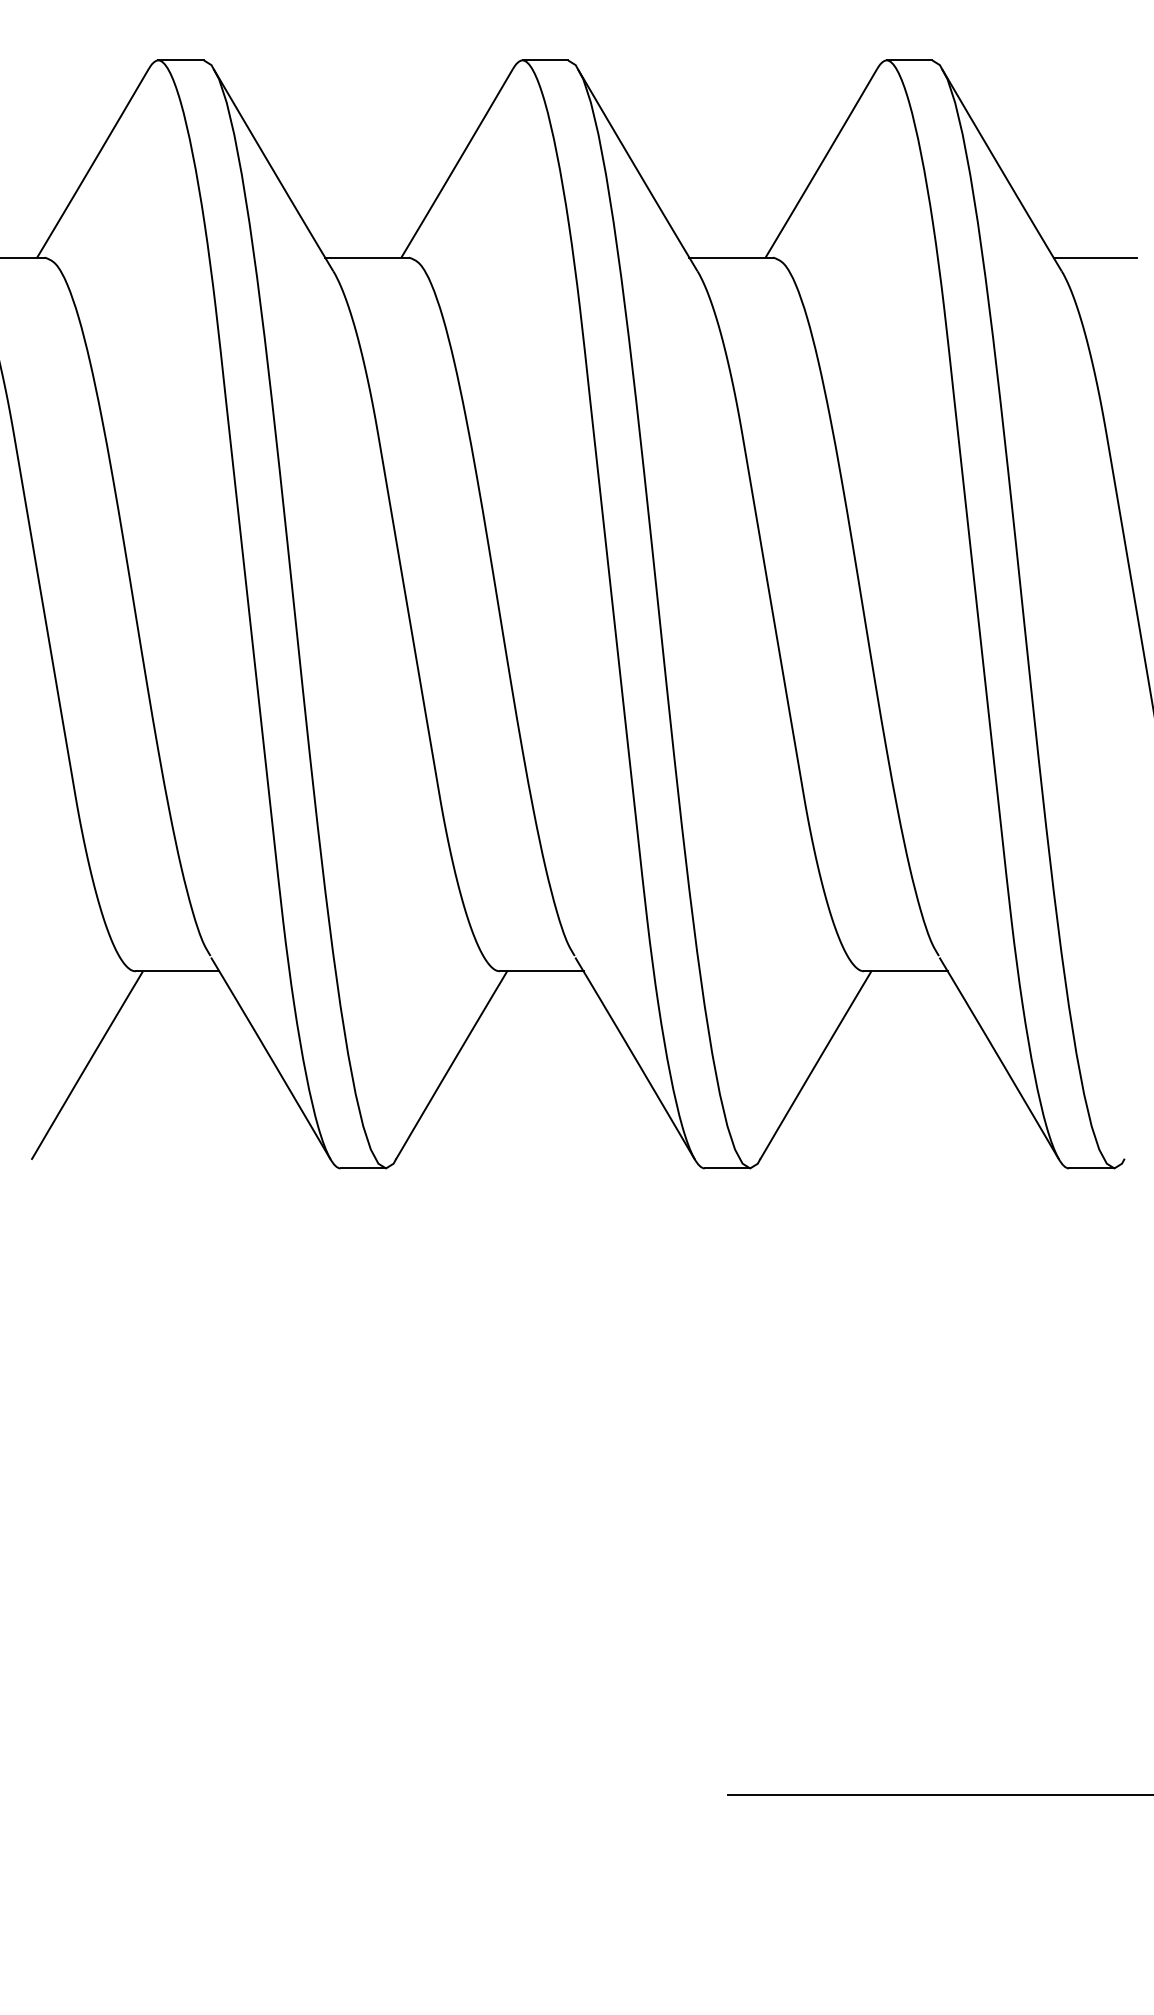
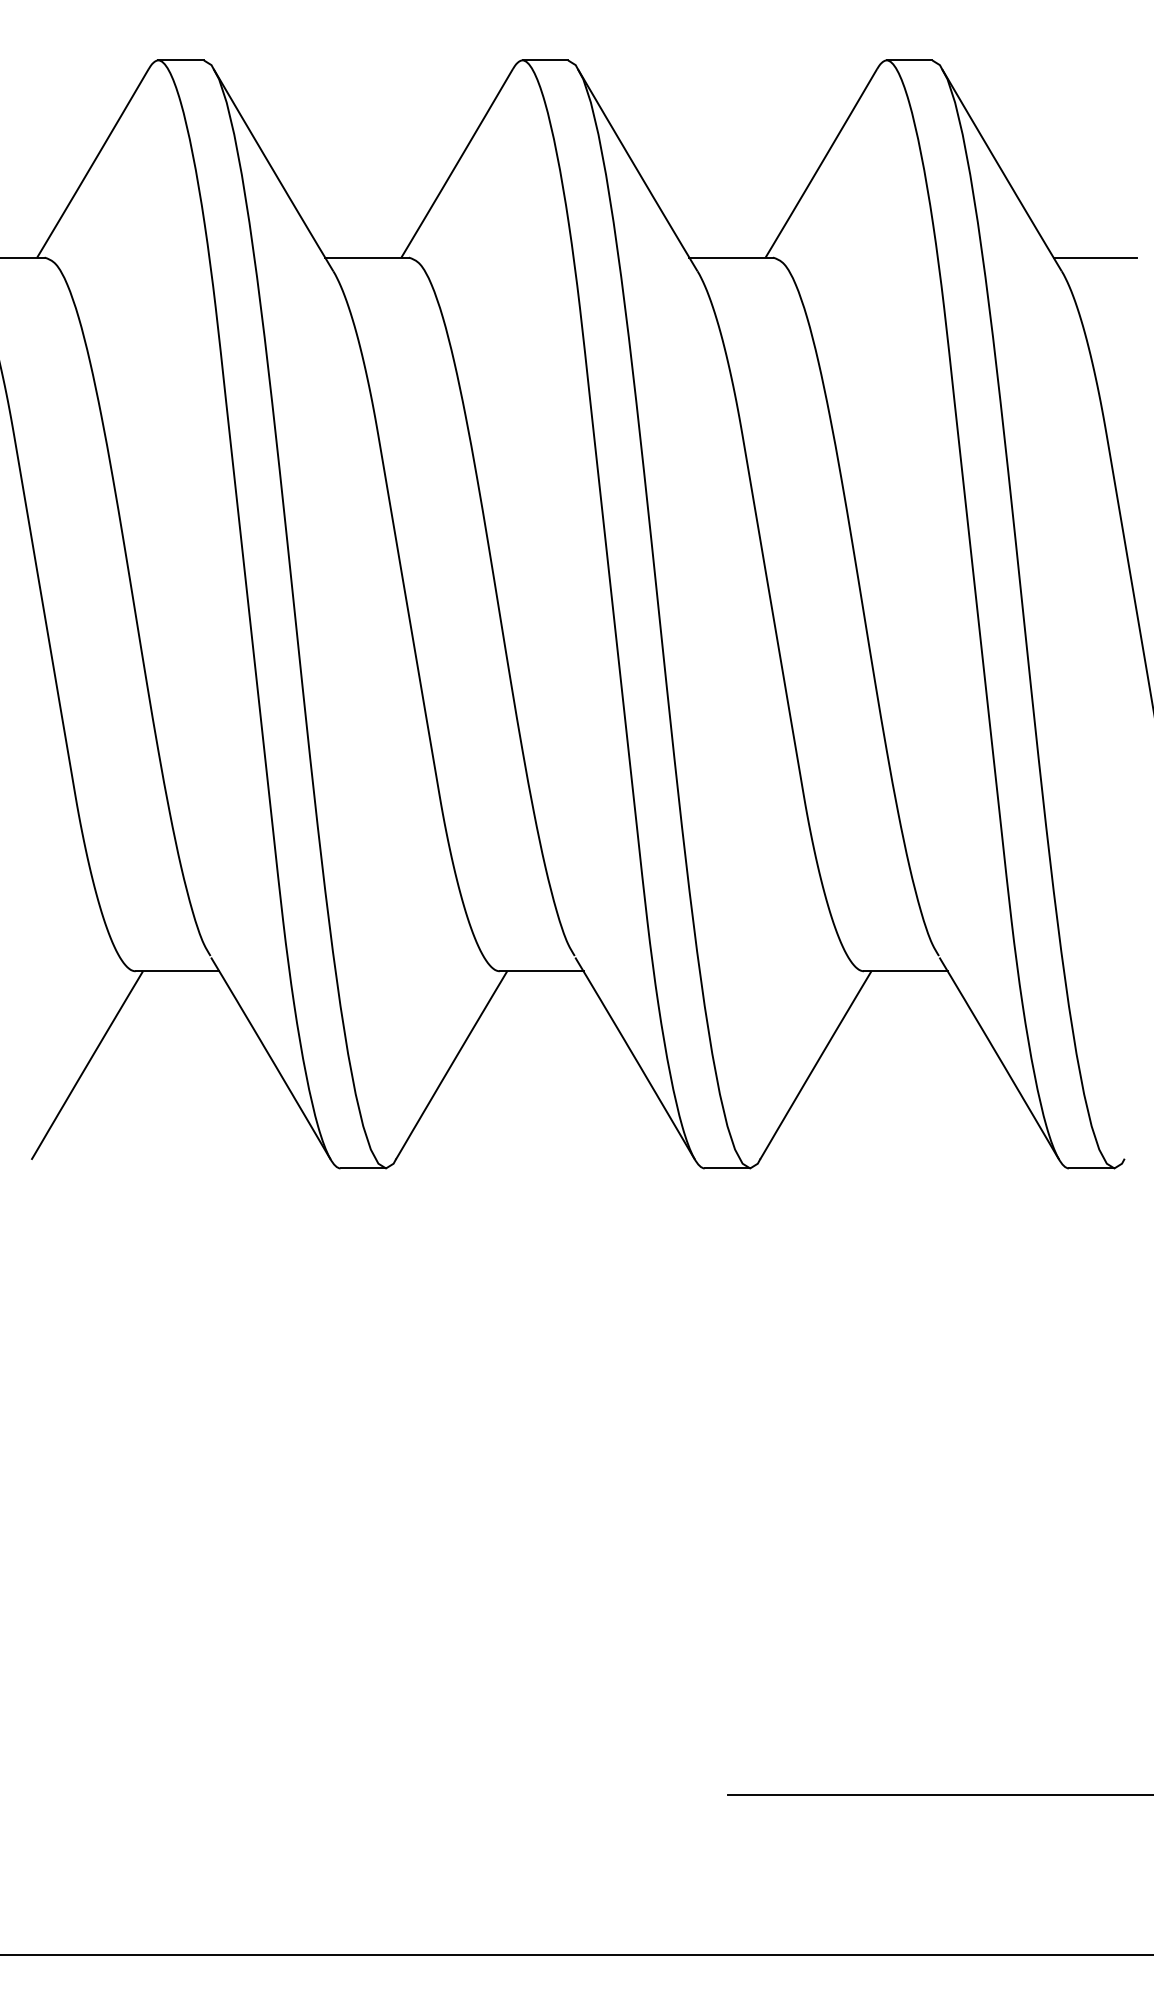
line at (576, 1954): none -> present
